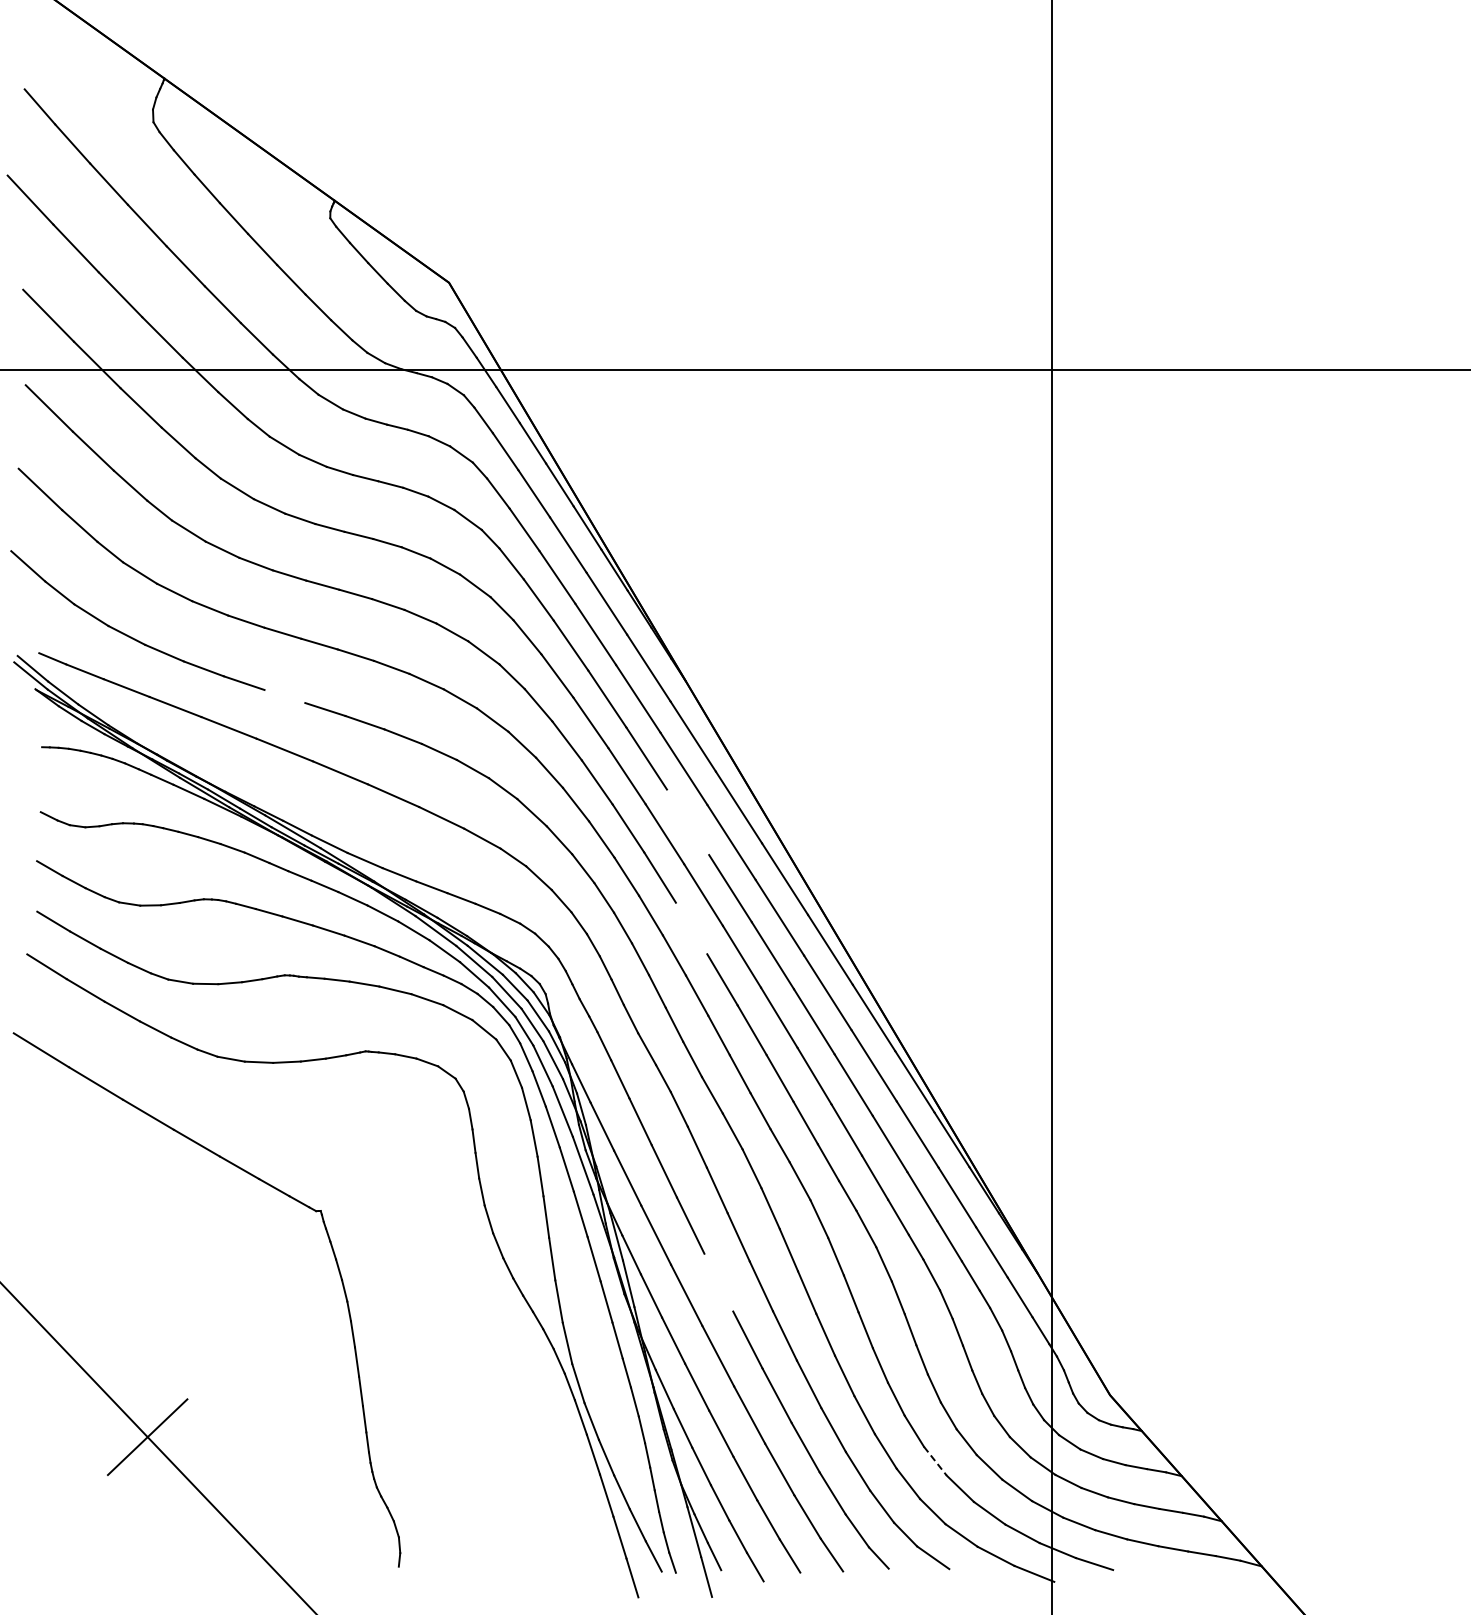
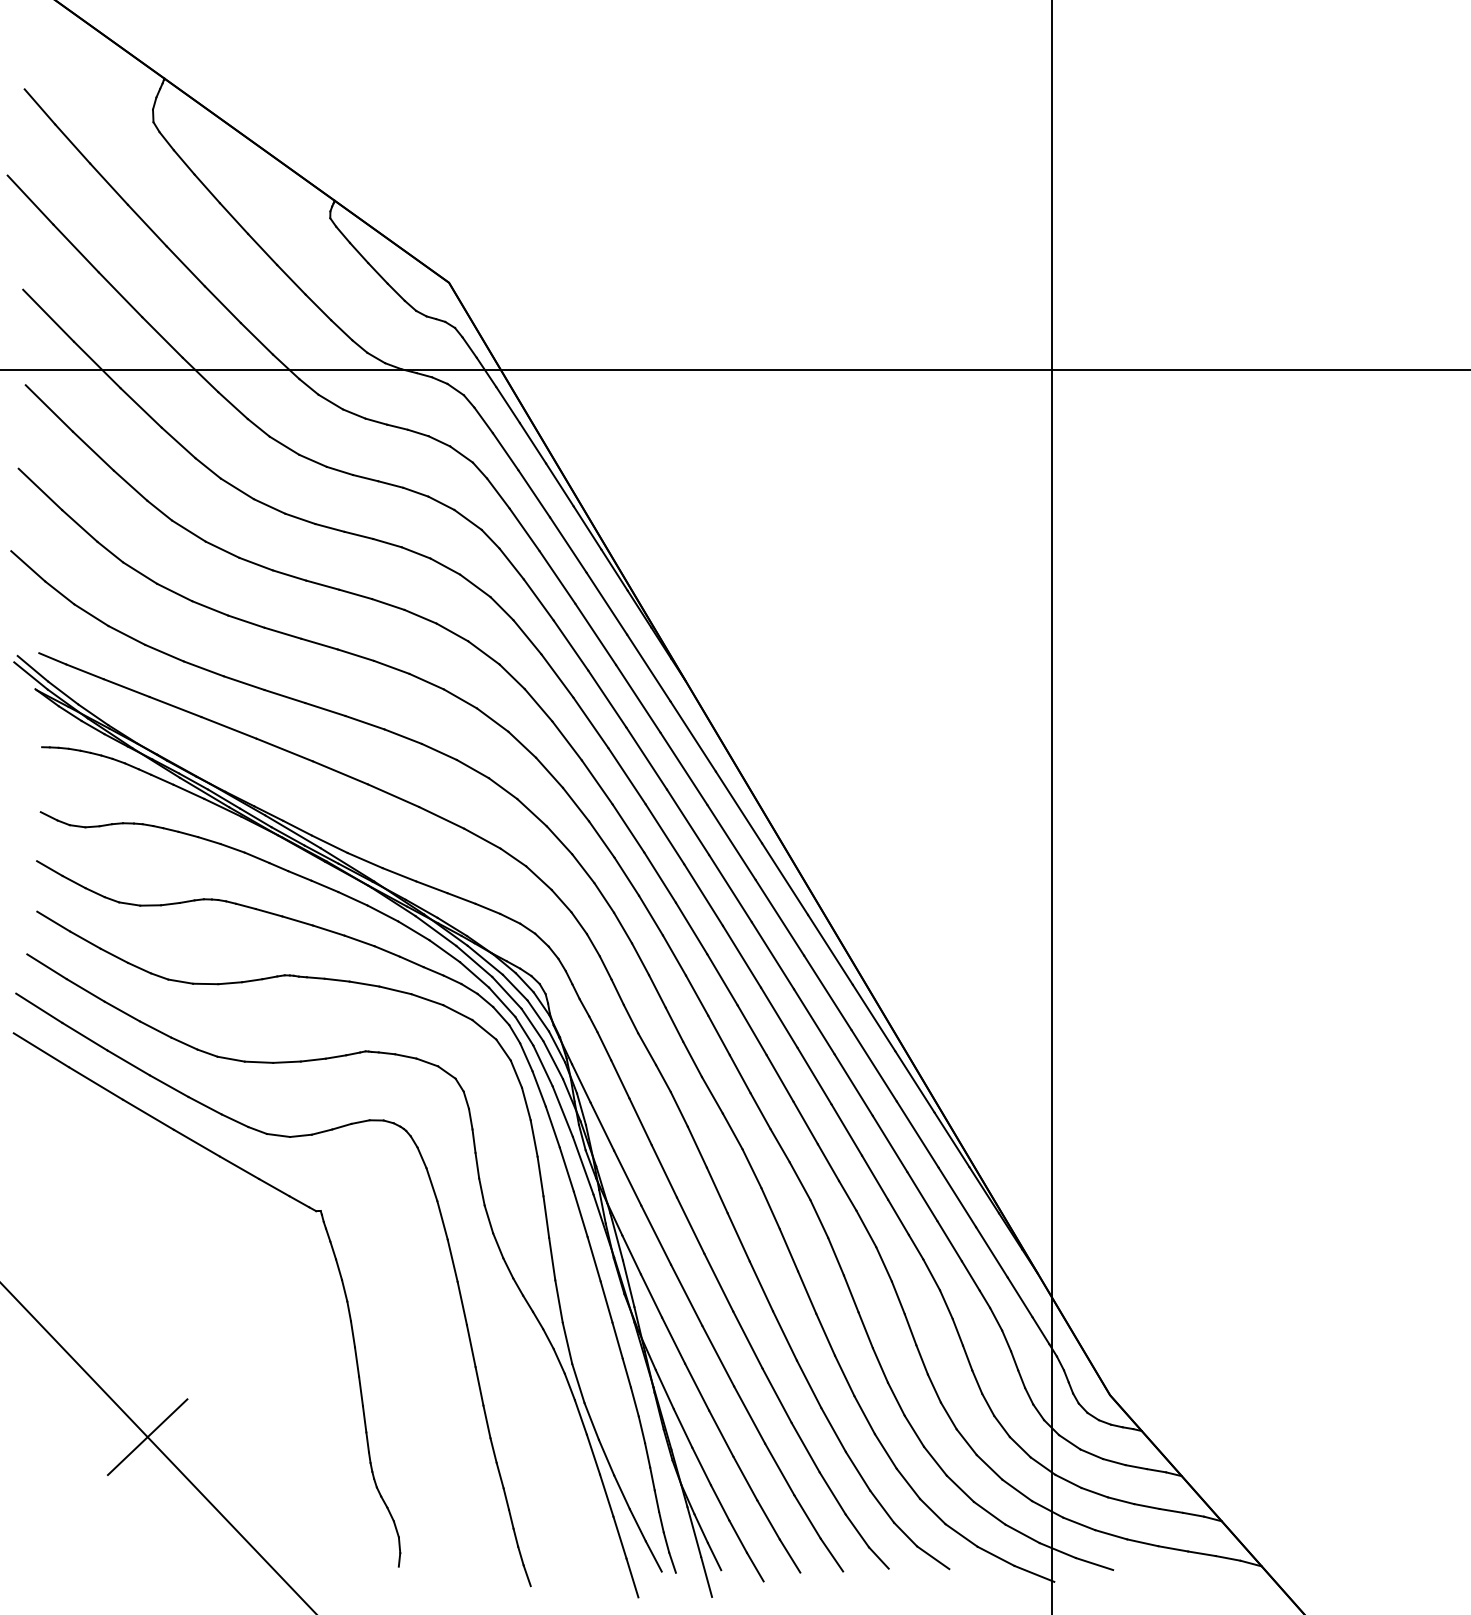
line at (284, 696): none -> present
line at (688, 822): none -> present
line at (691, 928): none -> present
part at (284, 1137): none -> present
line at (718, 1282): none -> present
line at (935, 1461): dashed -> solid
